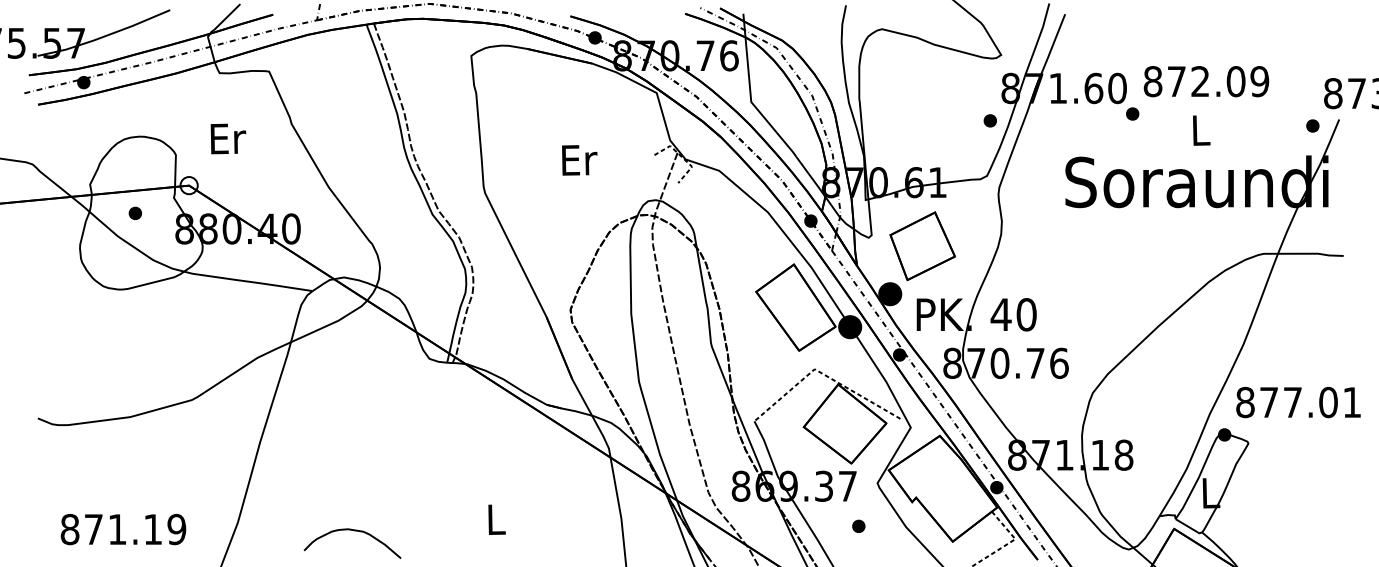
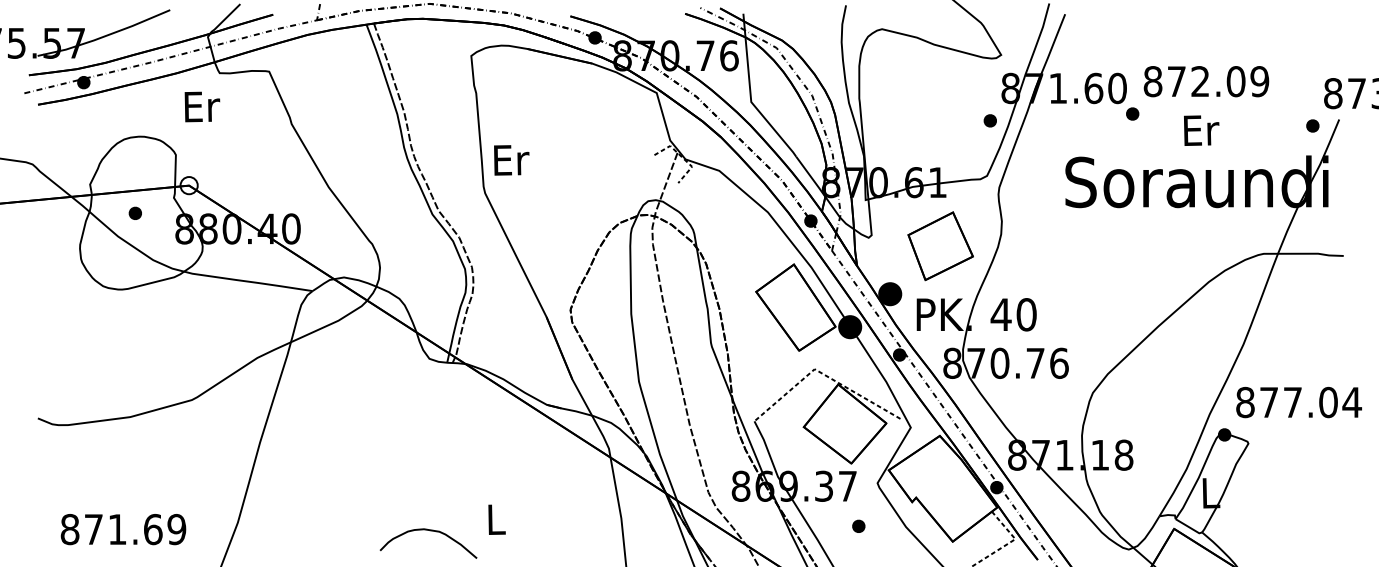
text at (1201, 130): L -> Er
text at (228, 138) position: (228, 138) -> (202, 106)
text at (579, 160) position: (579, 160) -> (511, 160)
part at (922, 246) position: (922, 246) -> (940, 246)
text at (1352, 402): 877.01 -> 877.04
text at (153, 529): 871.19 -> 871.69
curve at (354, 531) position: (354, 531) -> (430, 531)
